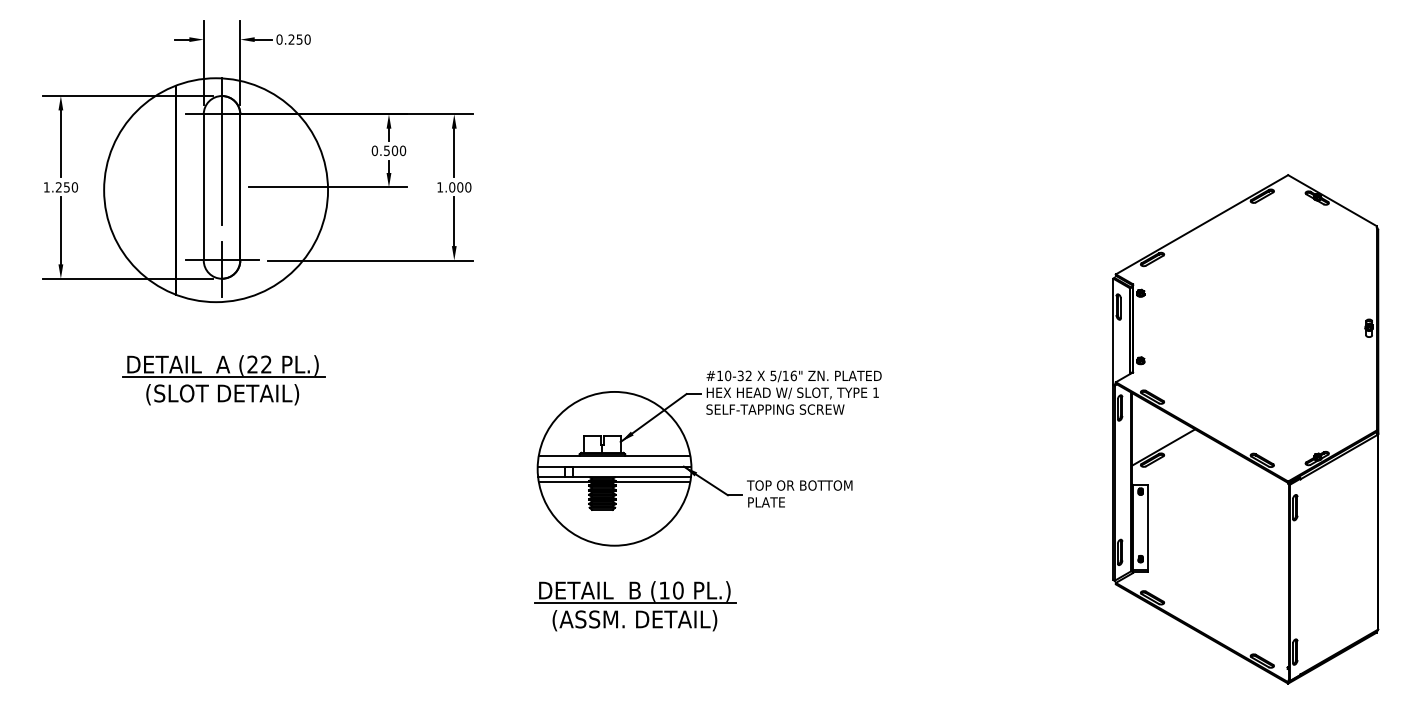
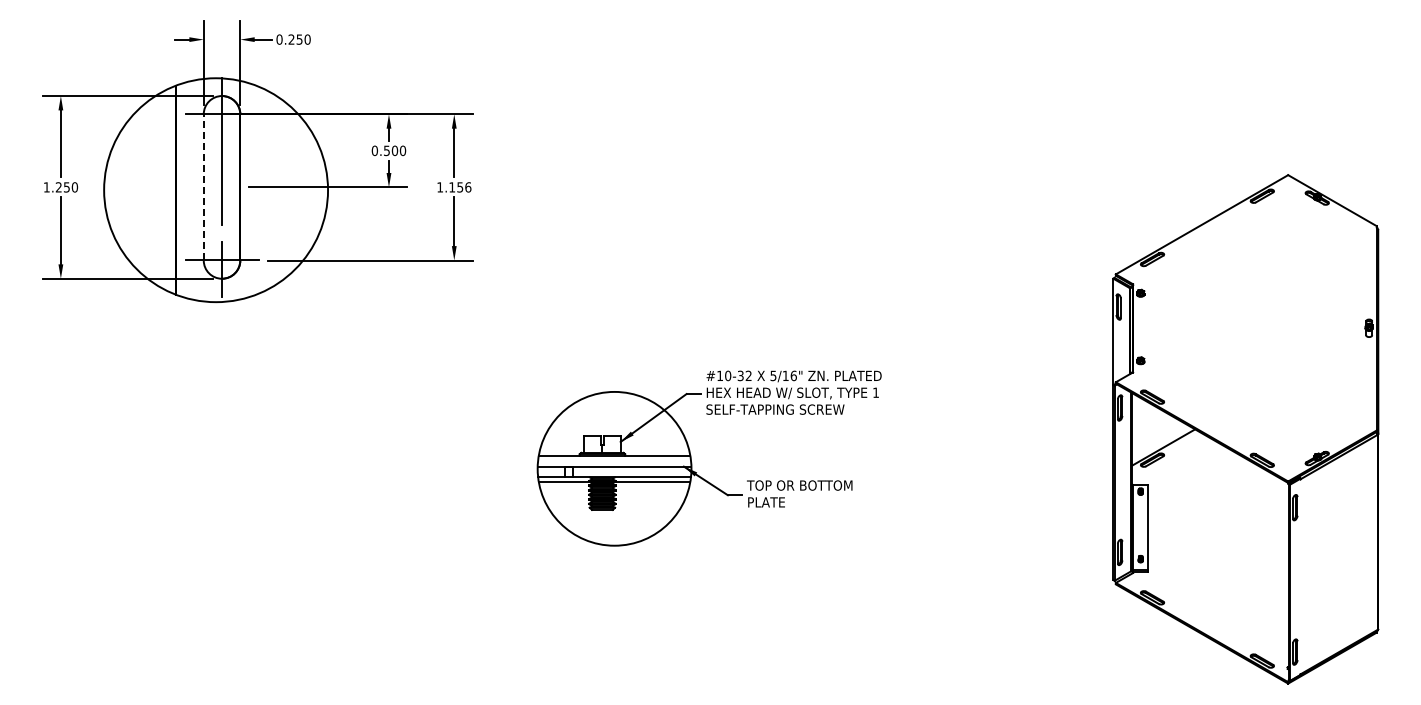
line at (203, 186): solid -> dashed
text at (460, 187): 1.000 -> 1.156
part at (223, 380): present -> none
part at (635, 606): present -> none
